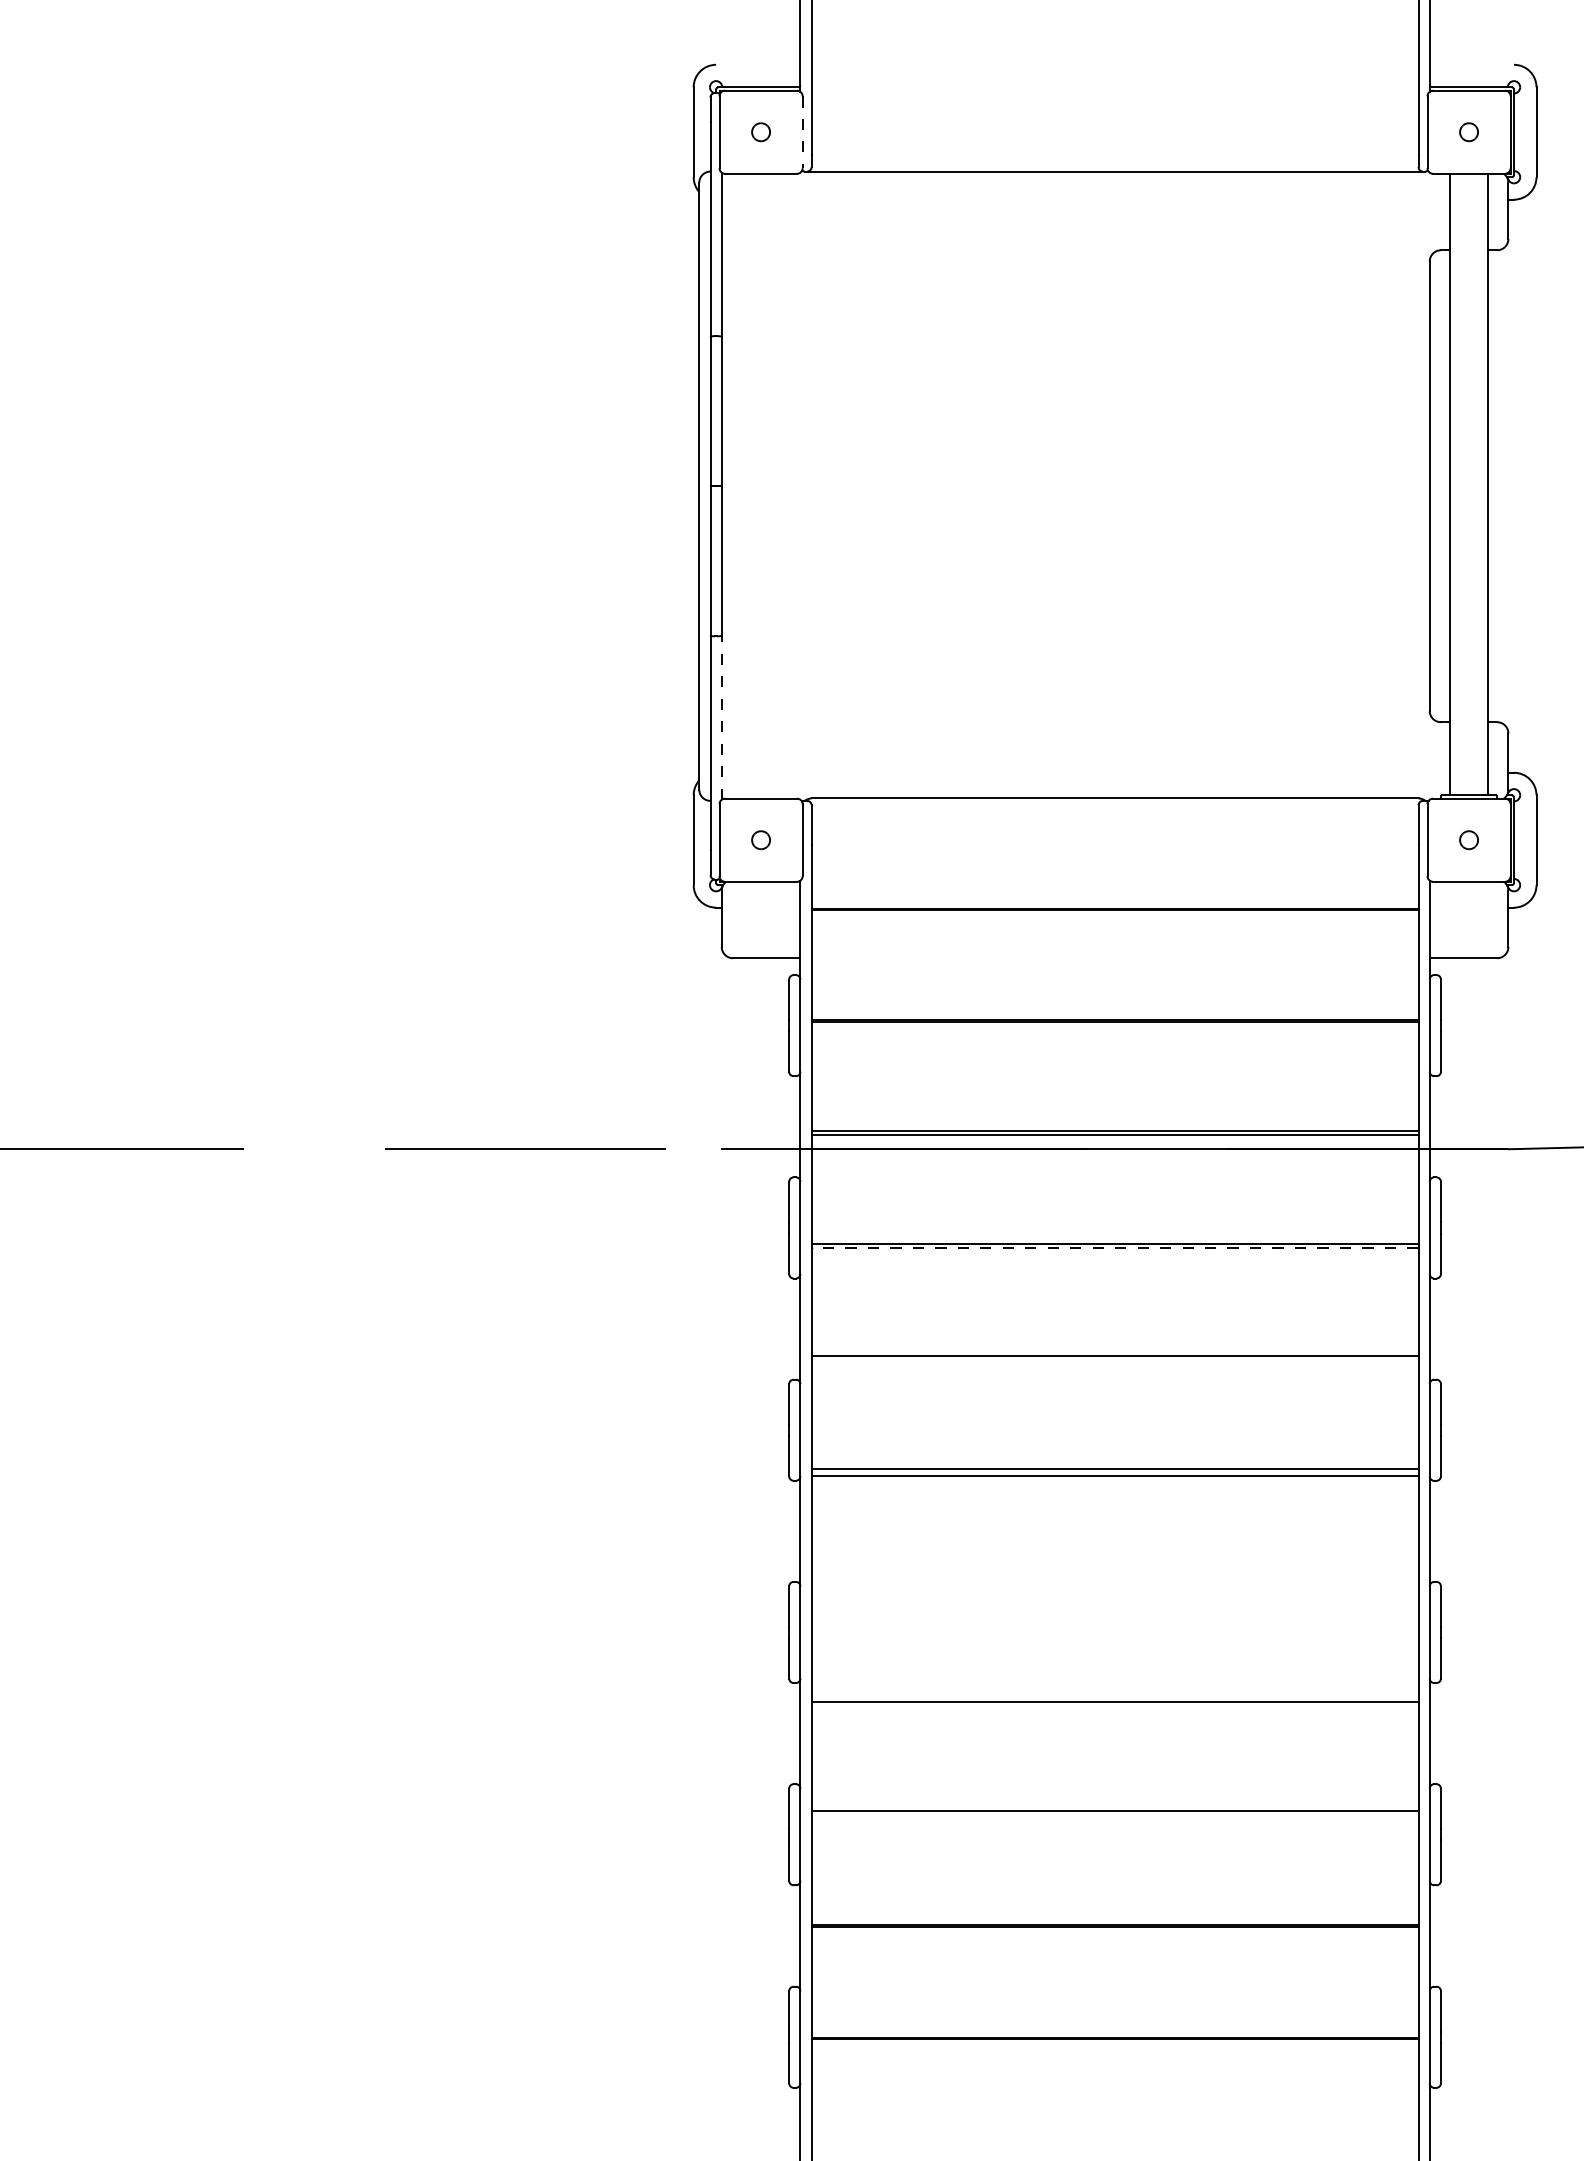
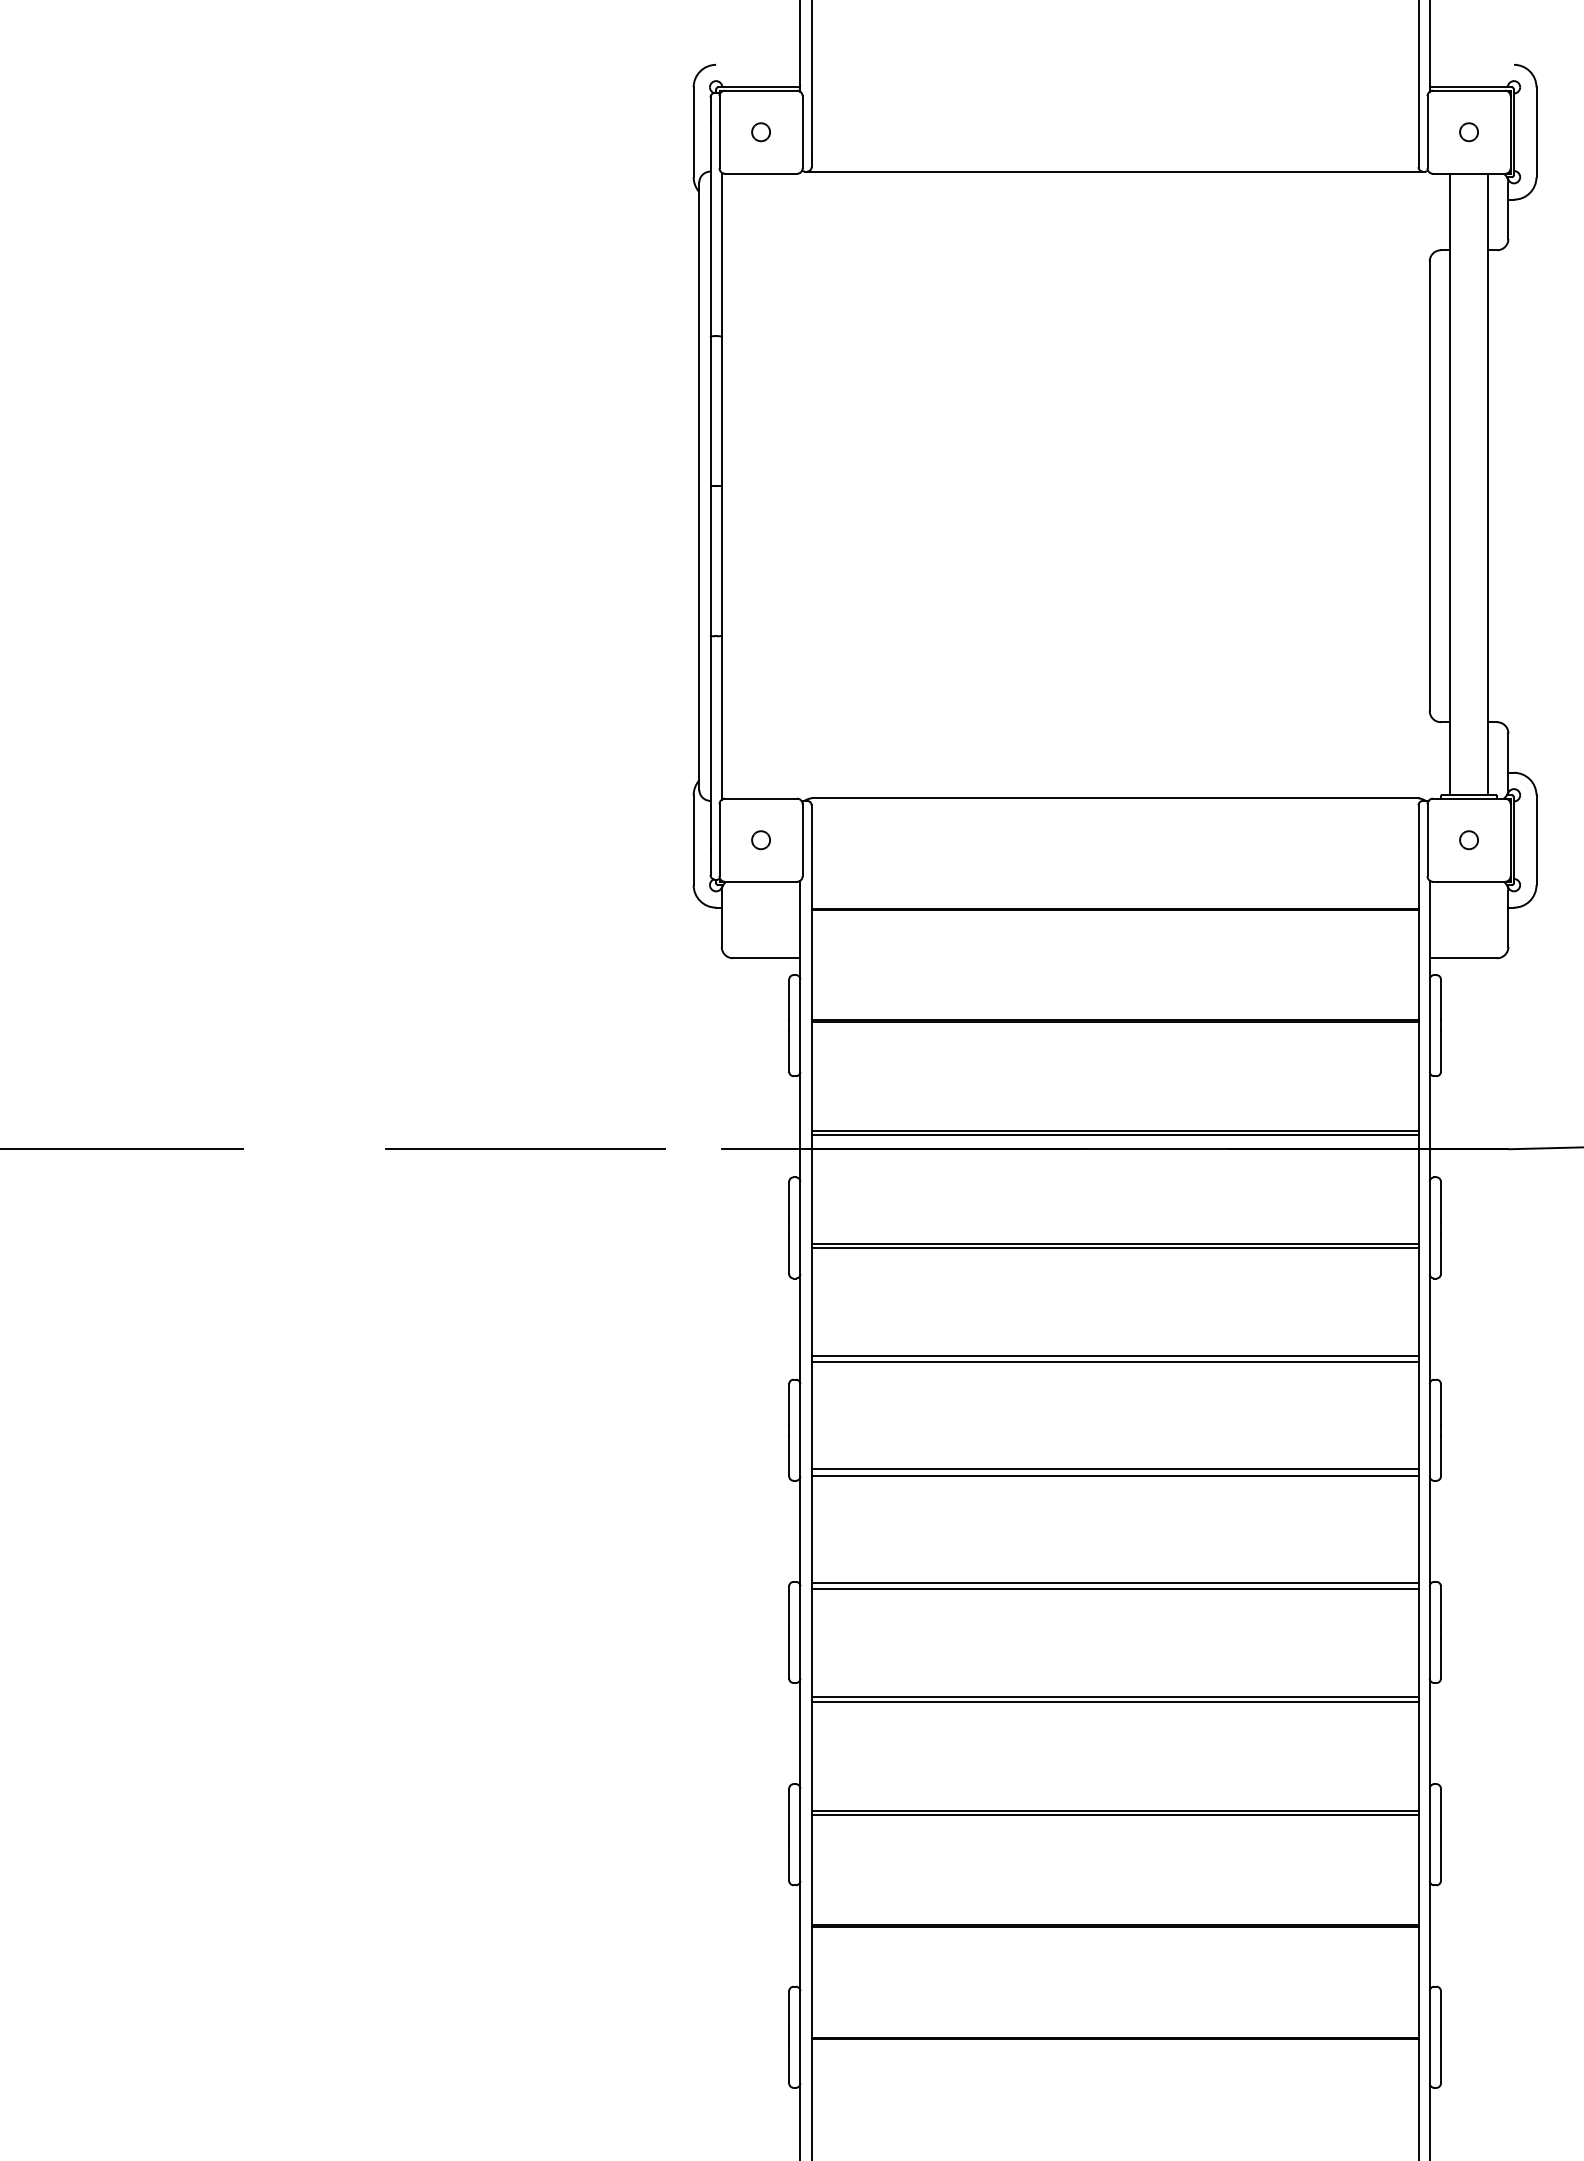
line at (802, 132): dashed -> solid
line at (721, 717): dashed -> solid
line at (1114, 1248): dashed -> solid
line at (1114, 1362): none -> present
line at (1114, 1583): none -> present
line at (1114, 1588): none -> present
line at (1114, 1697): none -> present
line at (1114, 1814): none -> present
